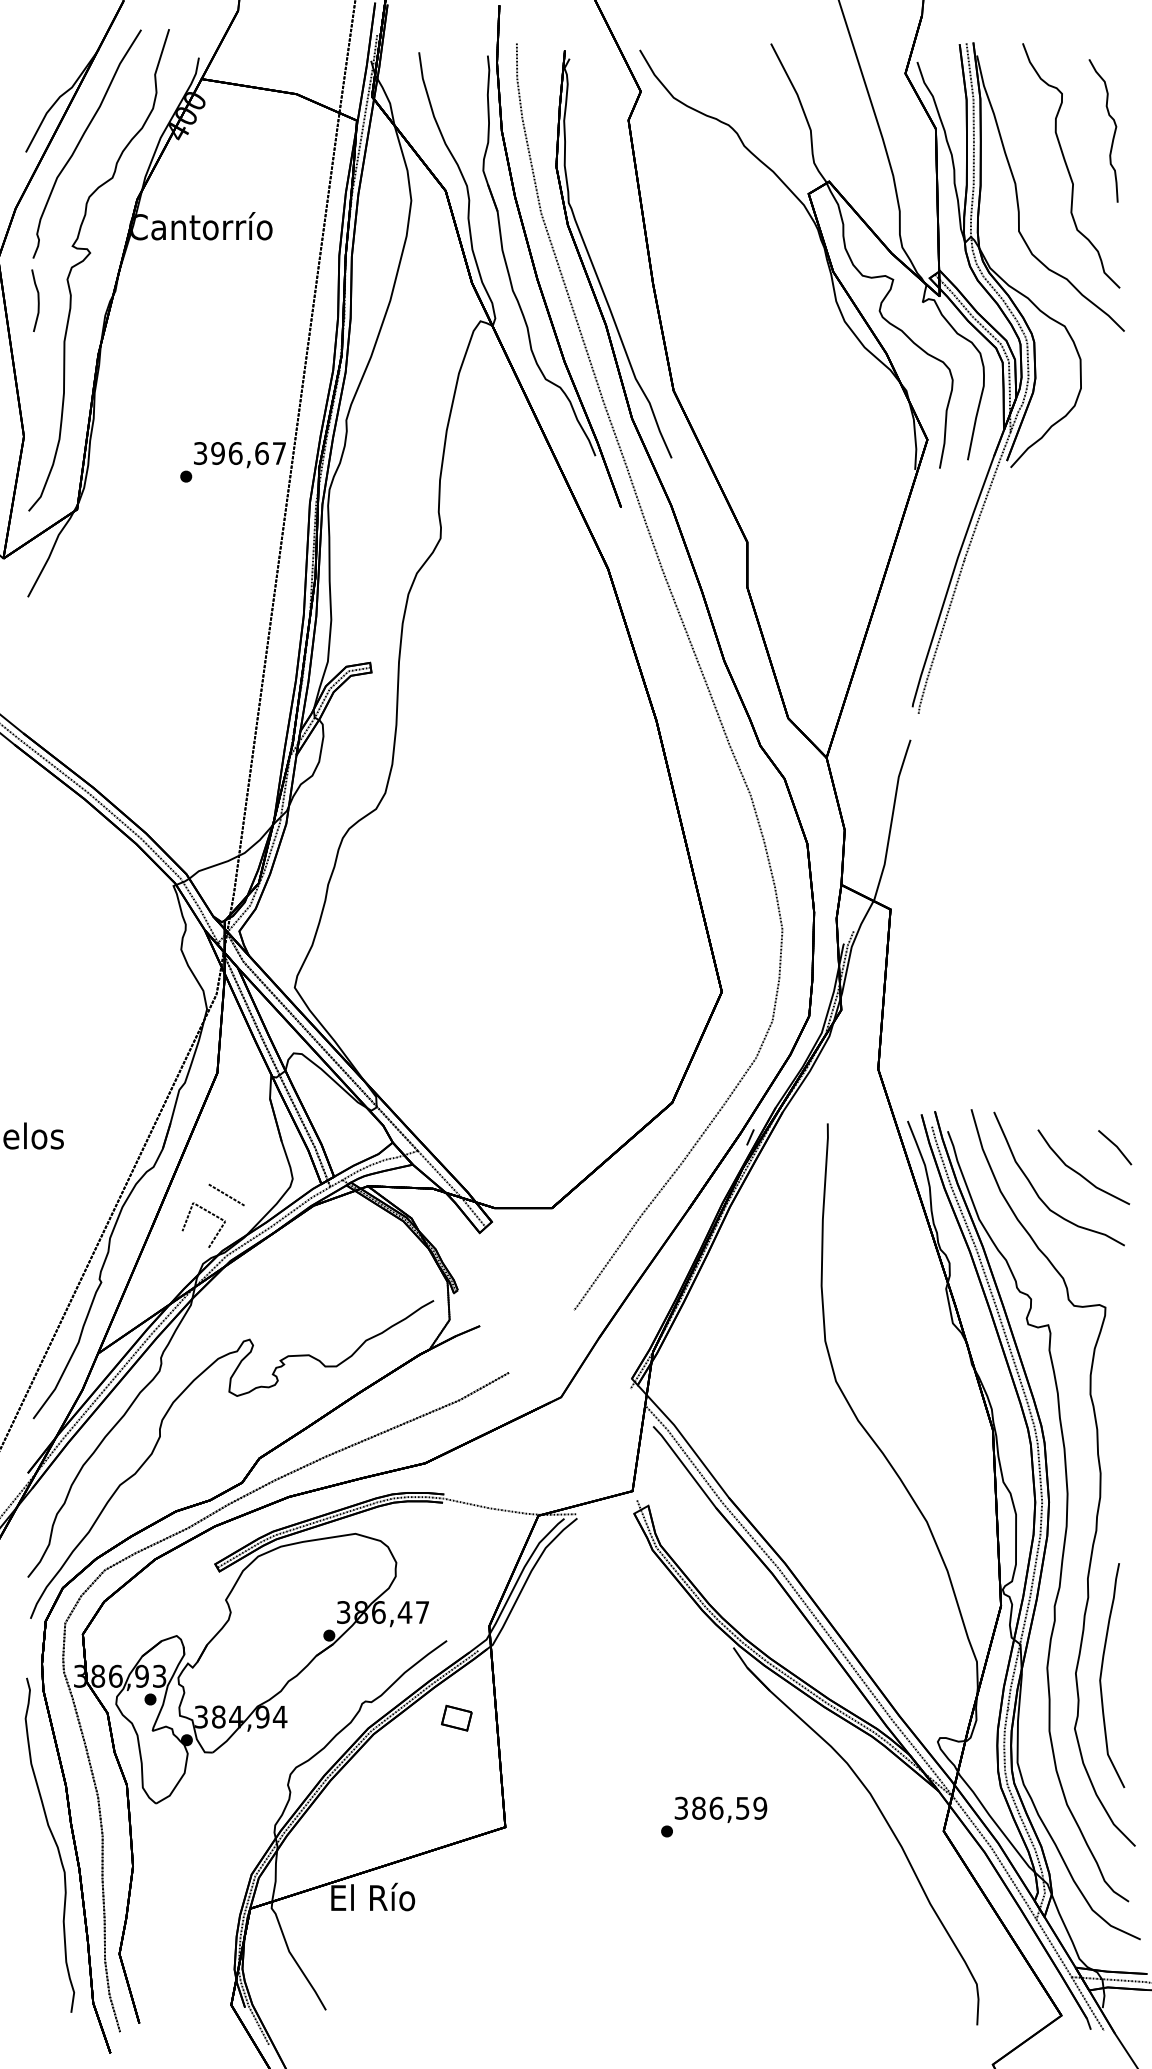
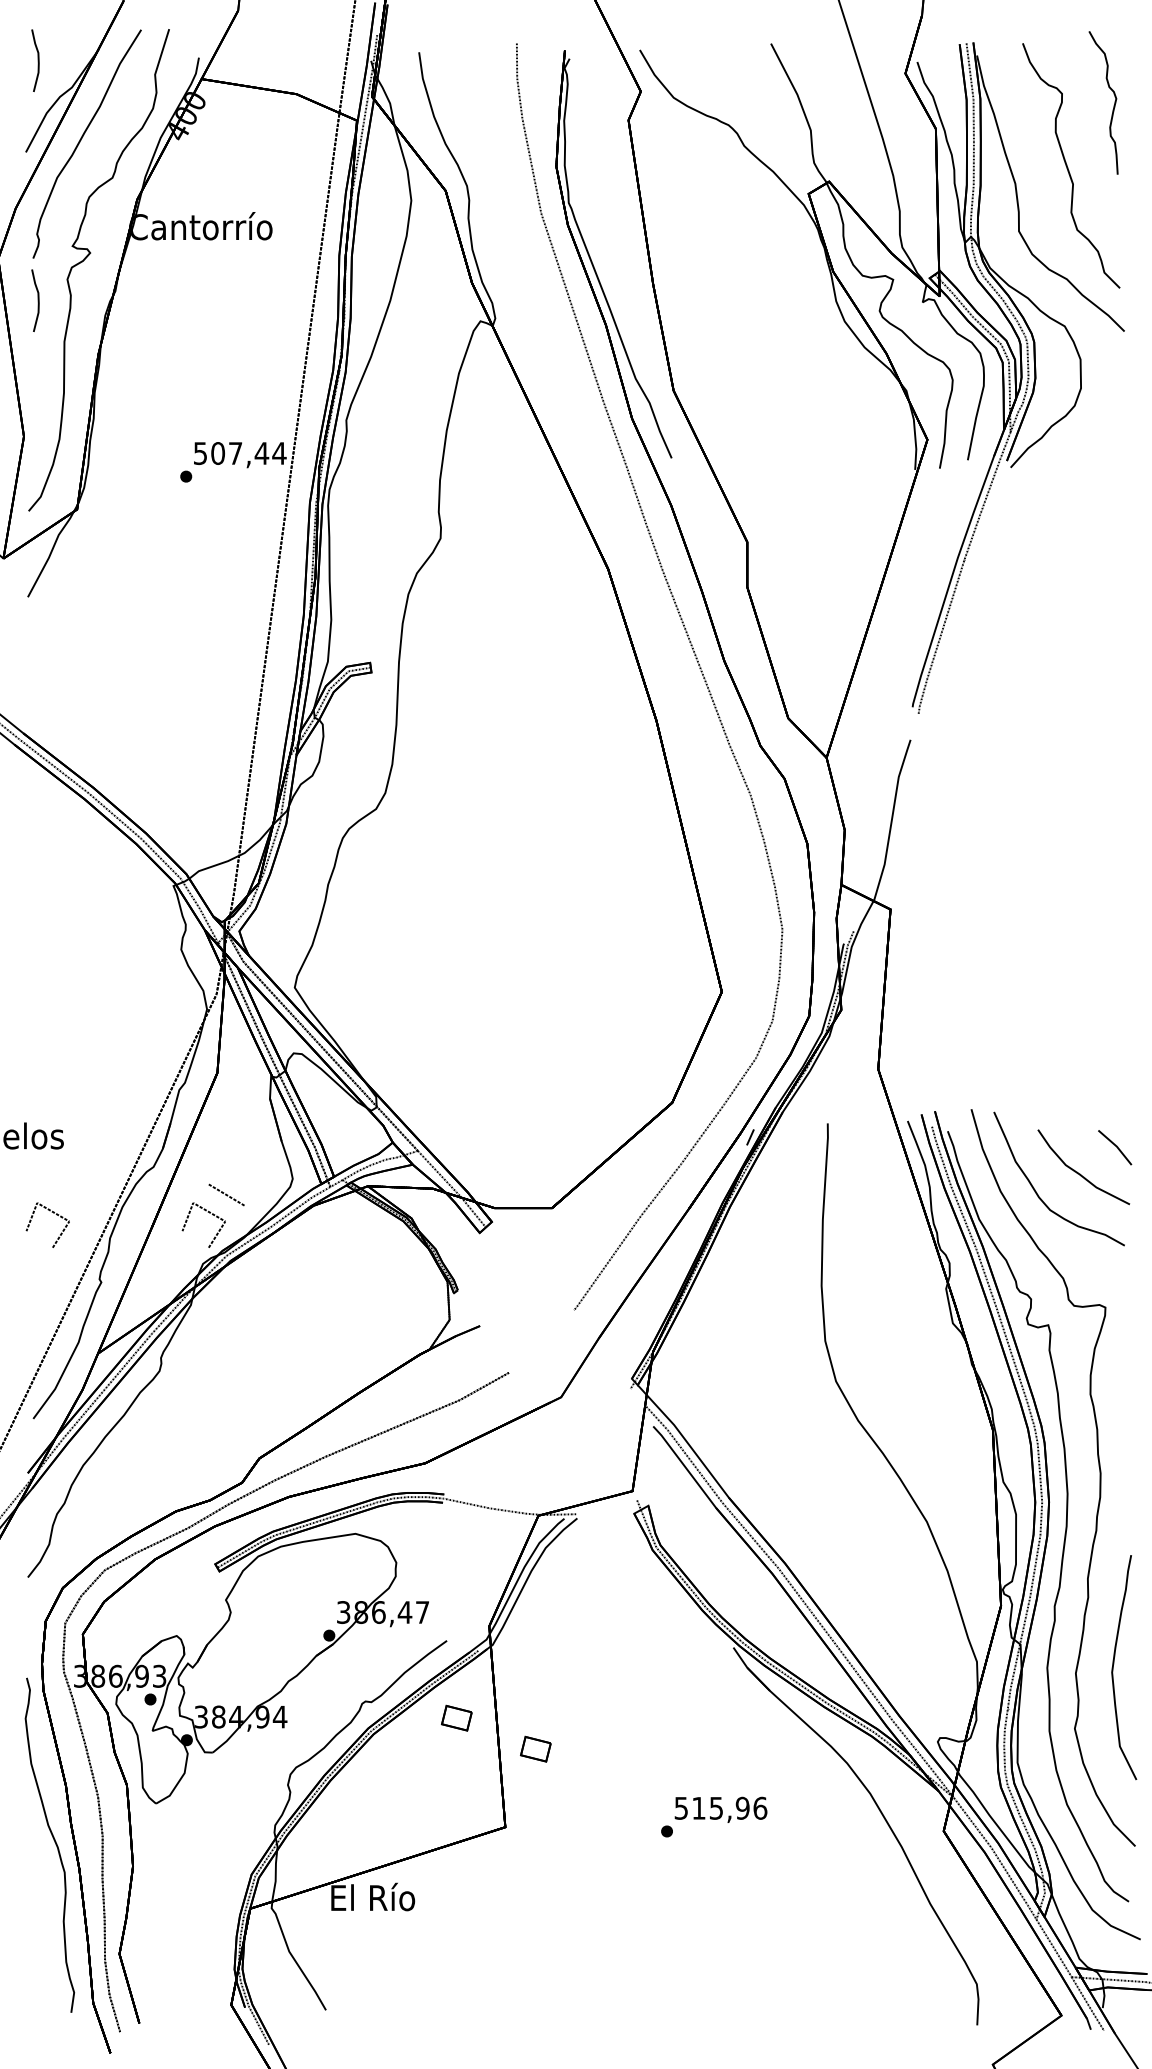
curve at (37, 60): none -> present
part at (1113, 133) position: (1113, 133) -> (1113, 105)
part at (533, 259): present -> none
text at (240, 453): 396,67 -> 507,44
line at (53, 1213): none -> present
curve at (235, 1396): present -> none
curve at (1102, 1672) position: (1102, 1672) -> (1114, 1664)
part at (535, 1748): none -> present
text at (721, 1807): 386,59 -> 515,96
